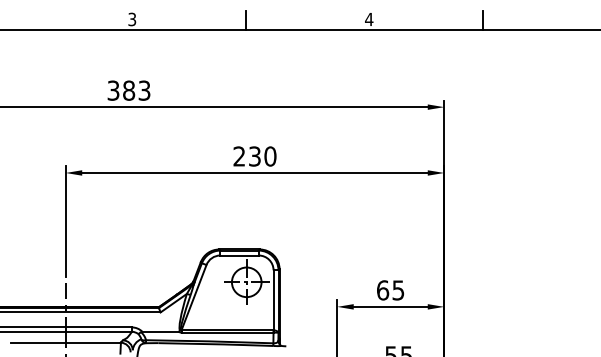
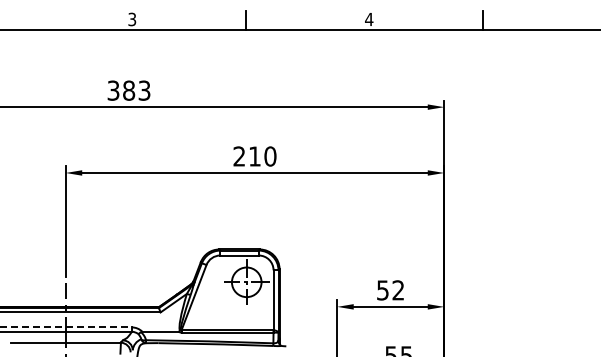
text at (254, 156): 230 -> 210
text at (390, 290): 65 -> 52
line at (66, 327): solid -> dashed
